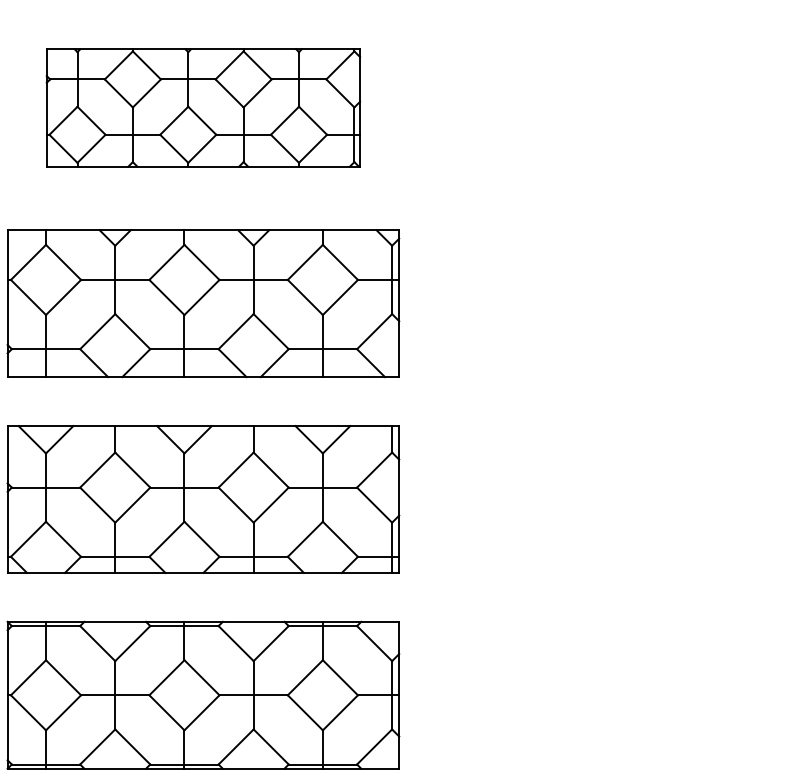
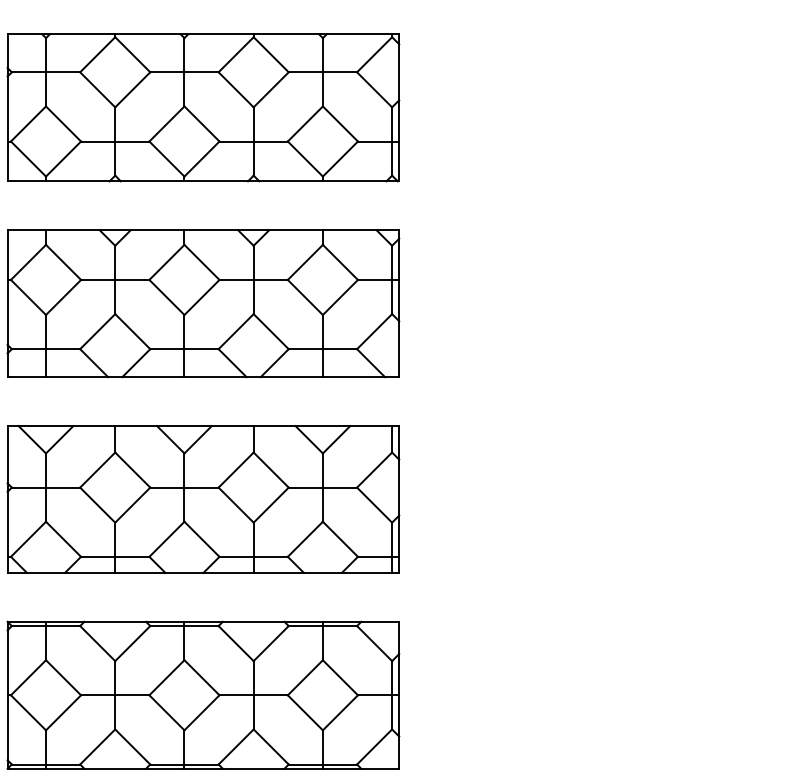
part at (203, 107) size: 317x120 px -> 395x150 px
